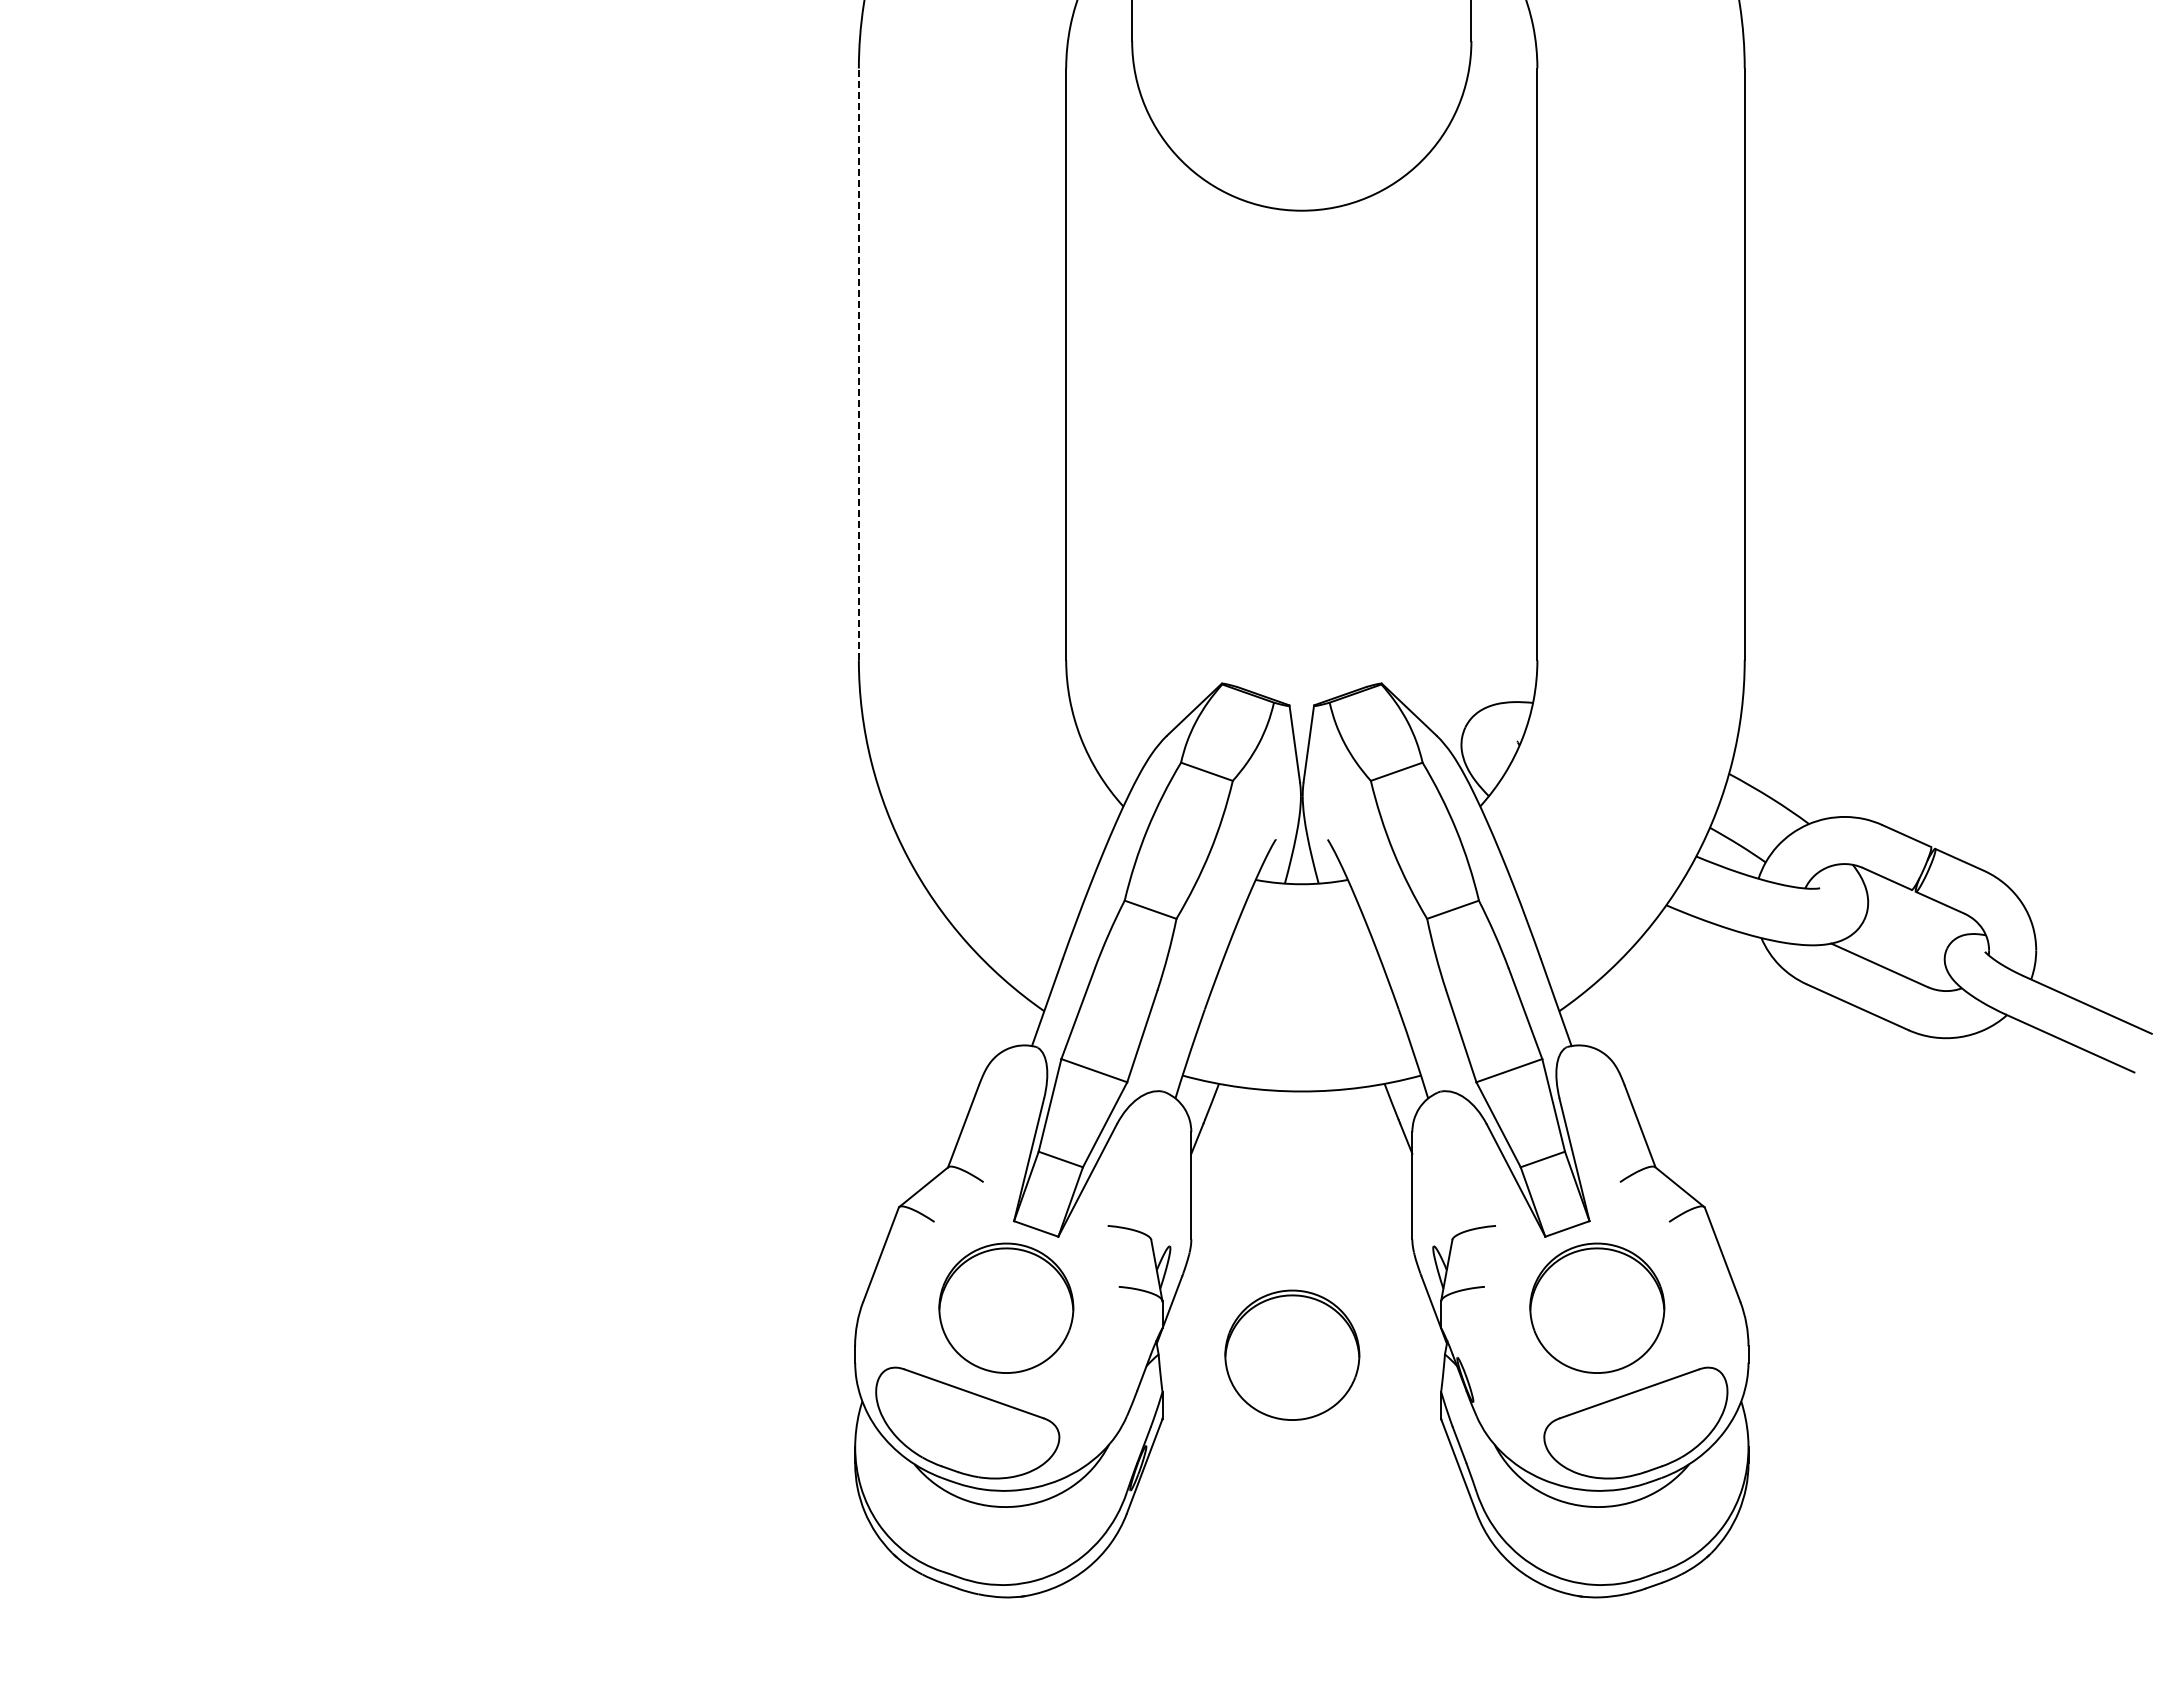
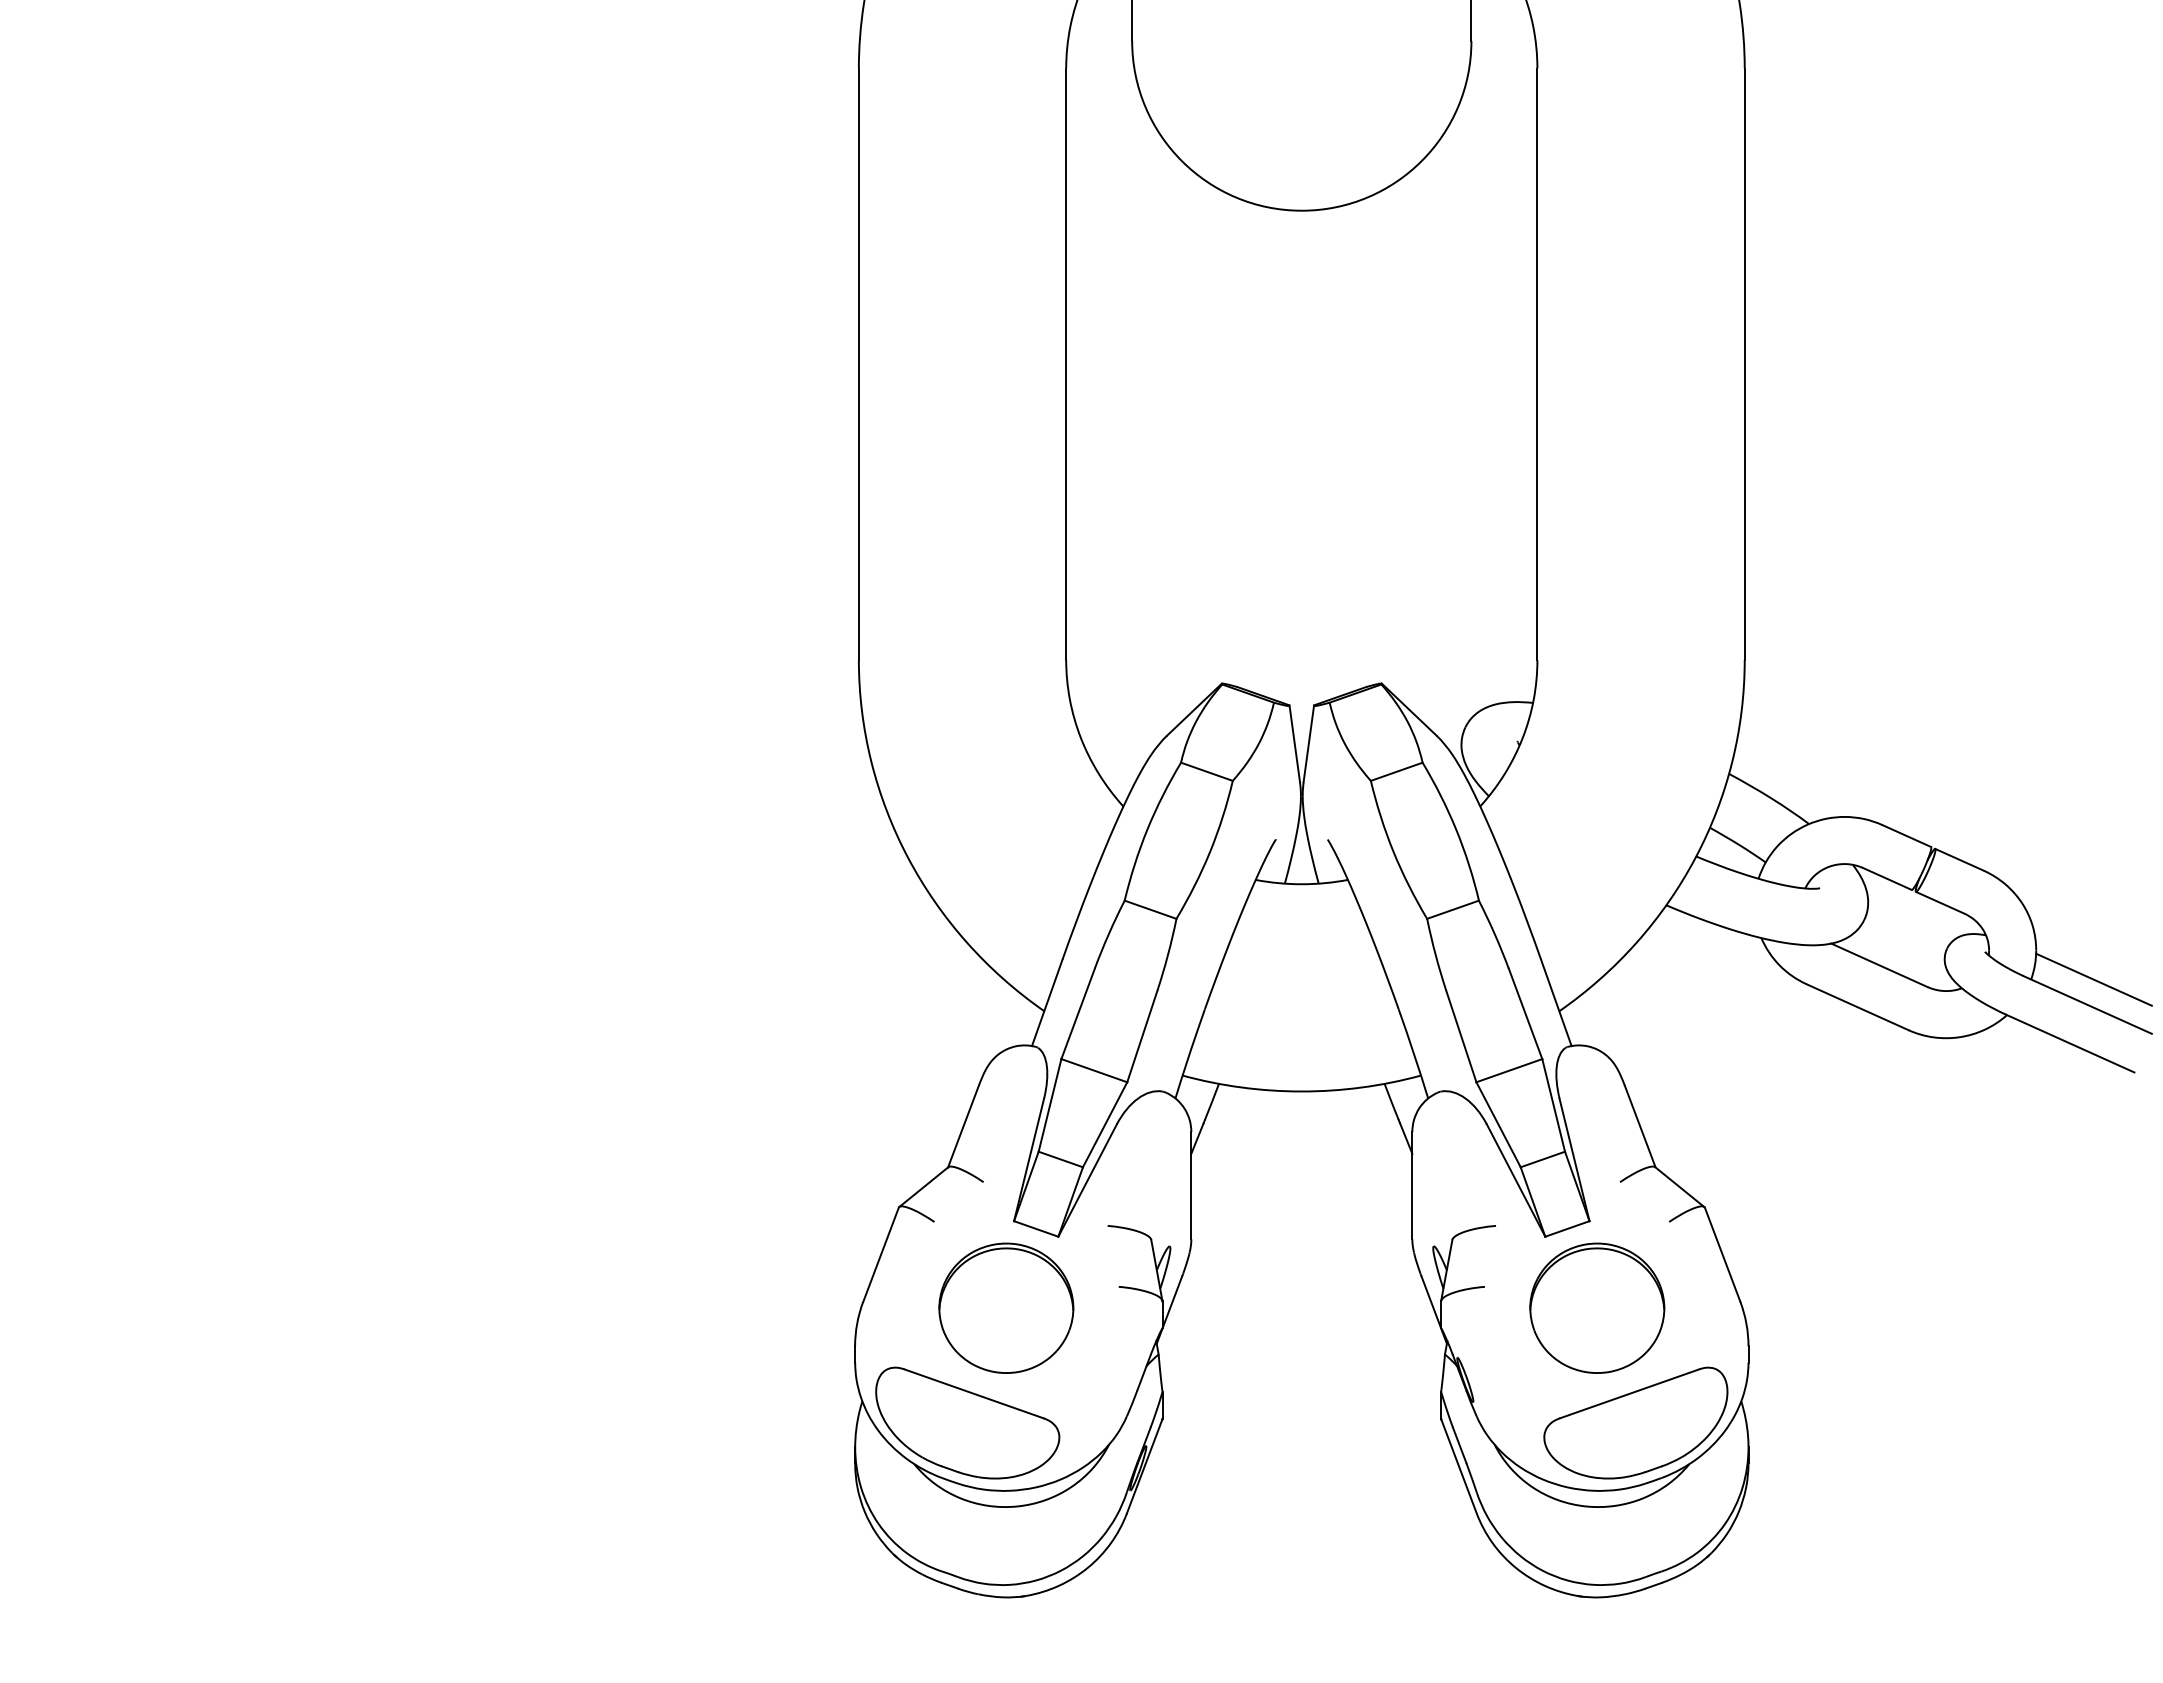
line at (858, 364): dashed -> solid
line at (2093, 979): none -> present
part at (1292, 1354): present -> none
